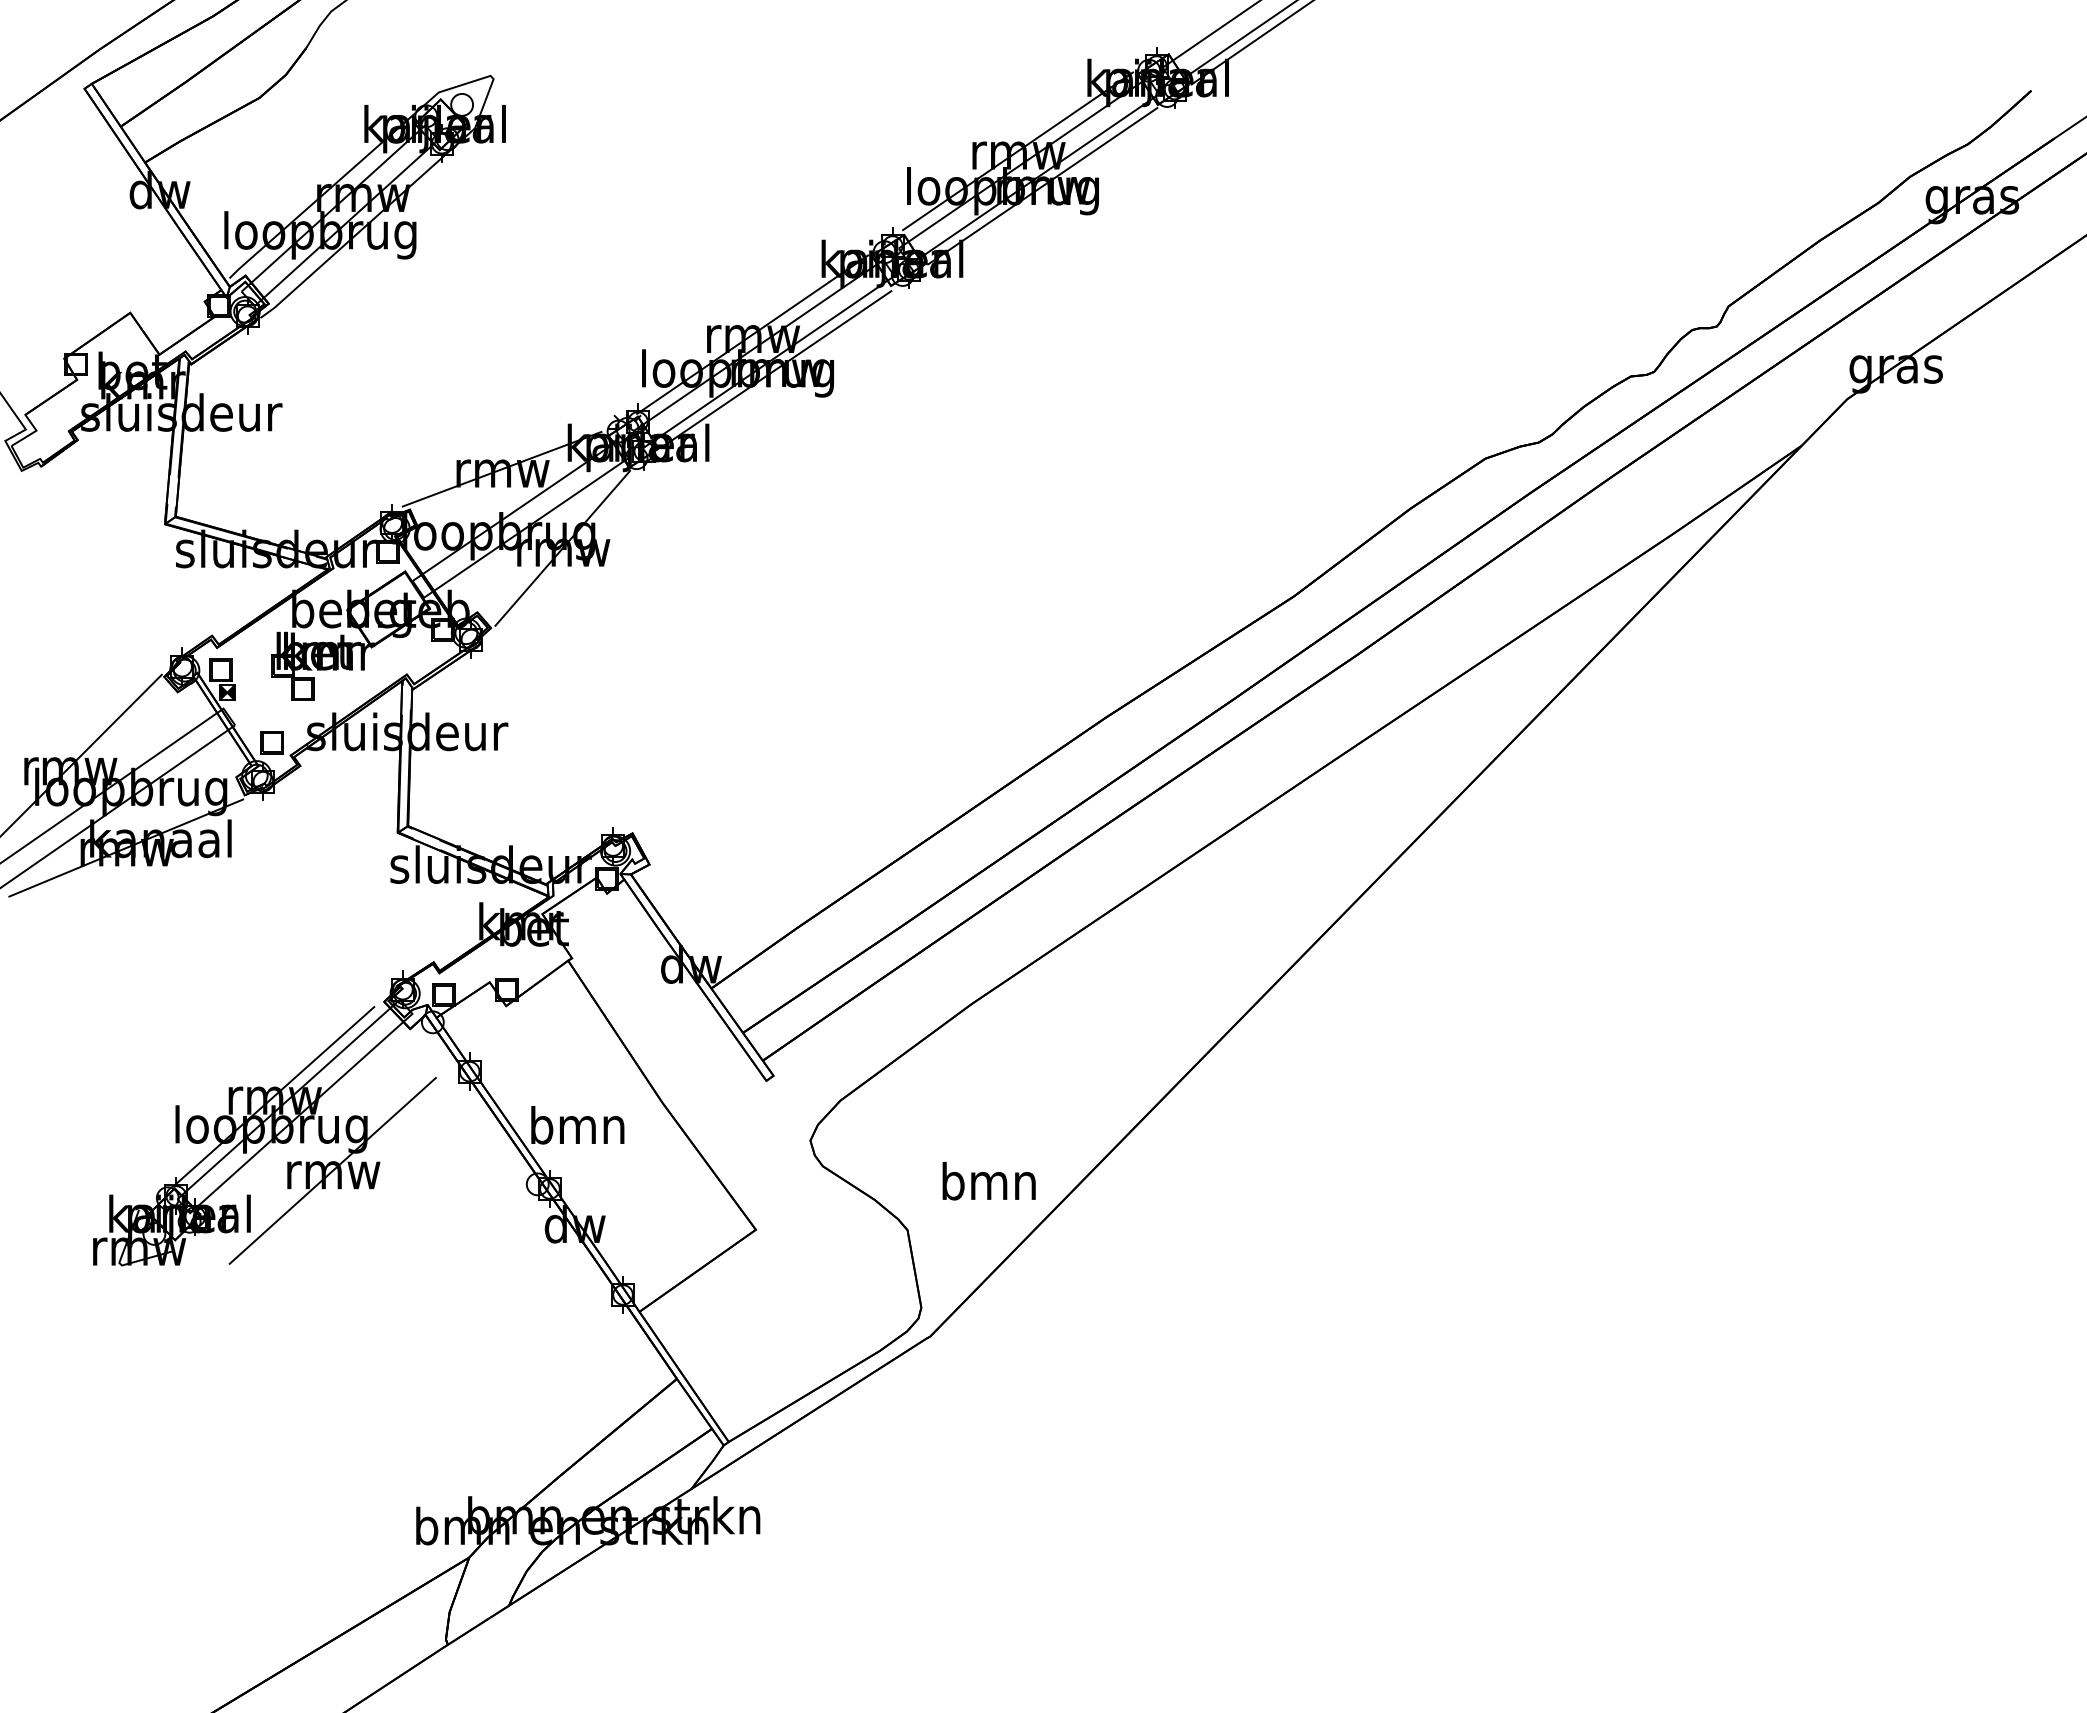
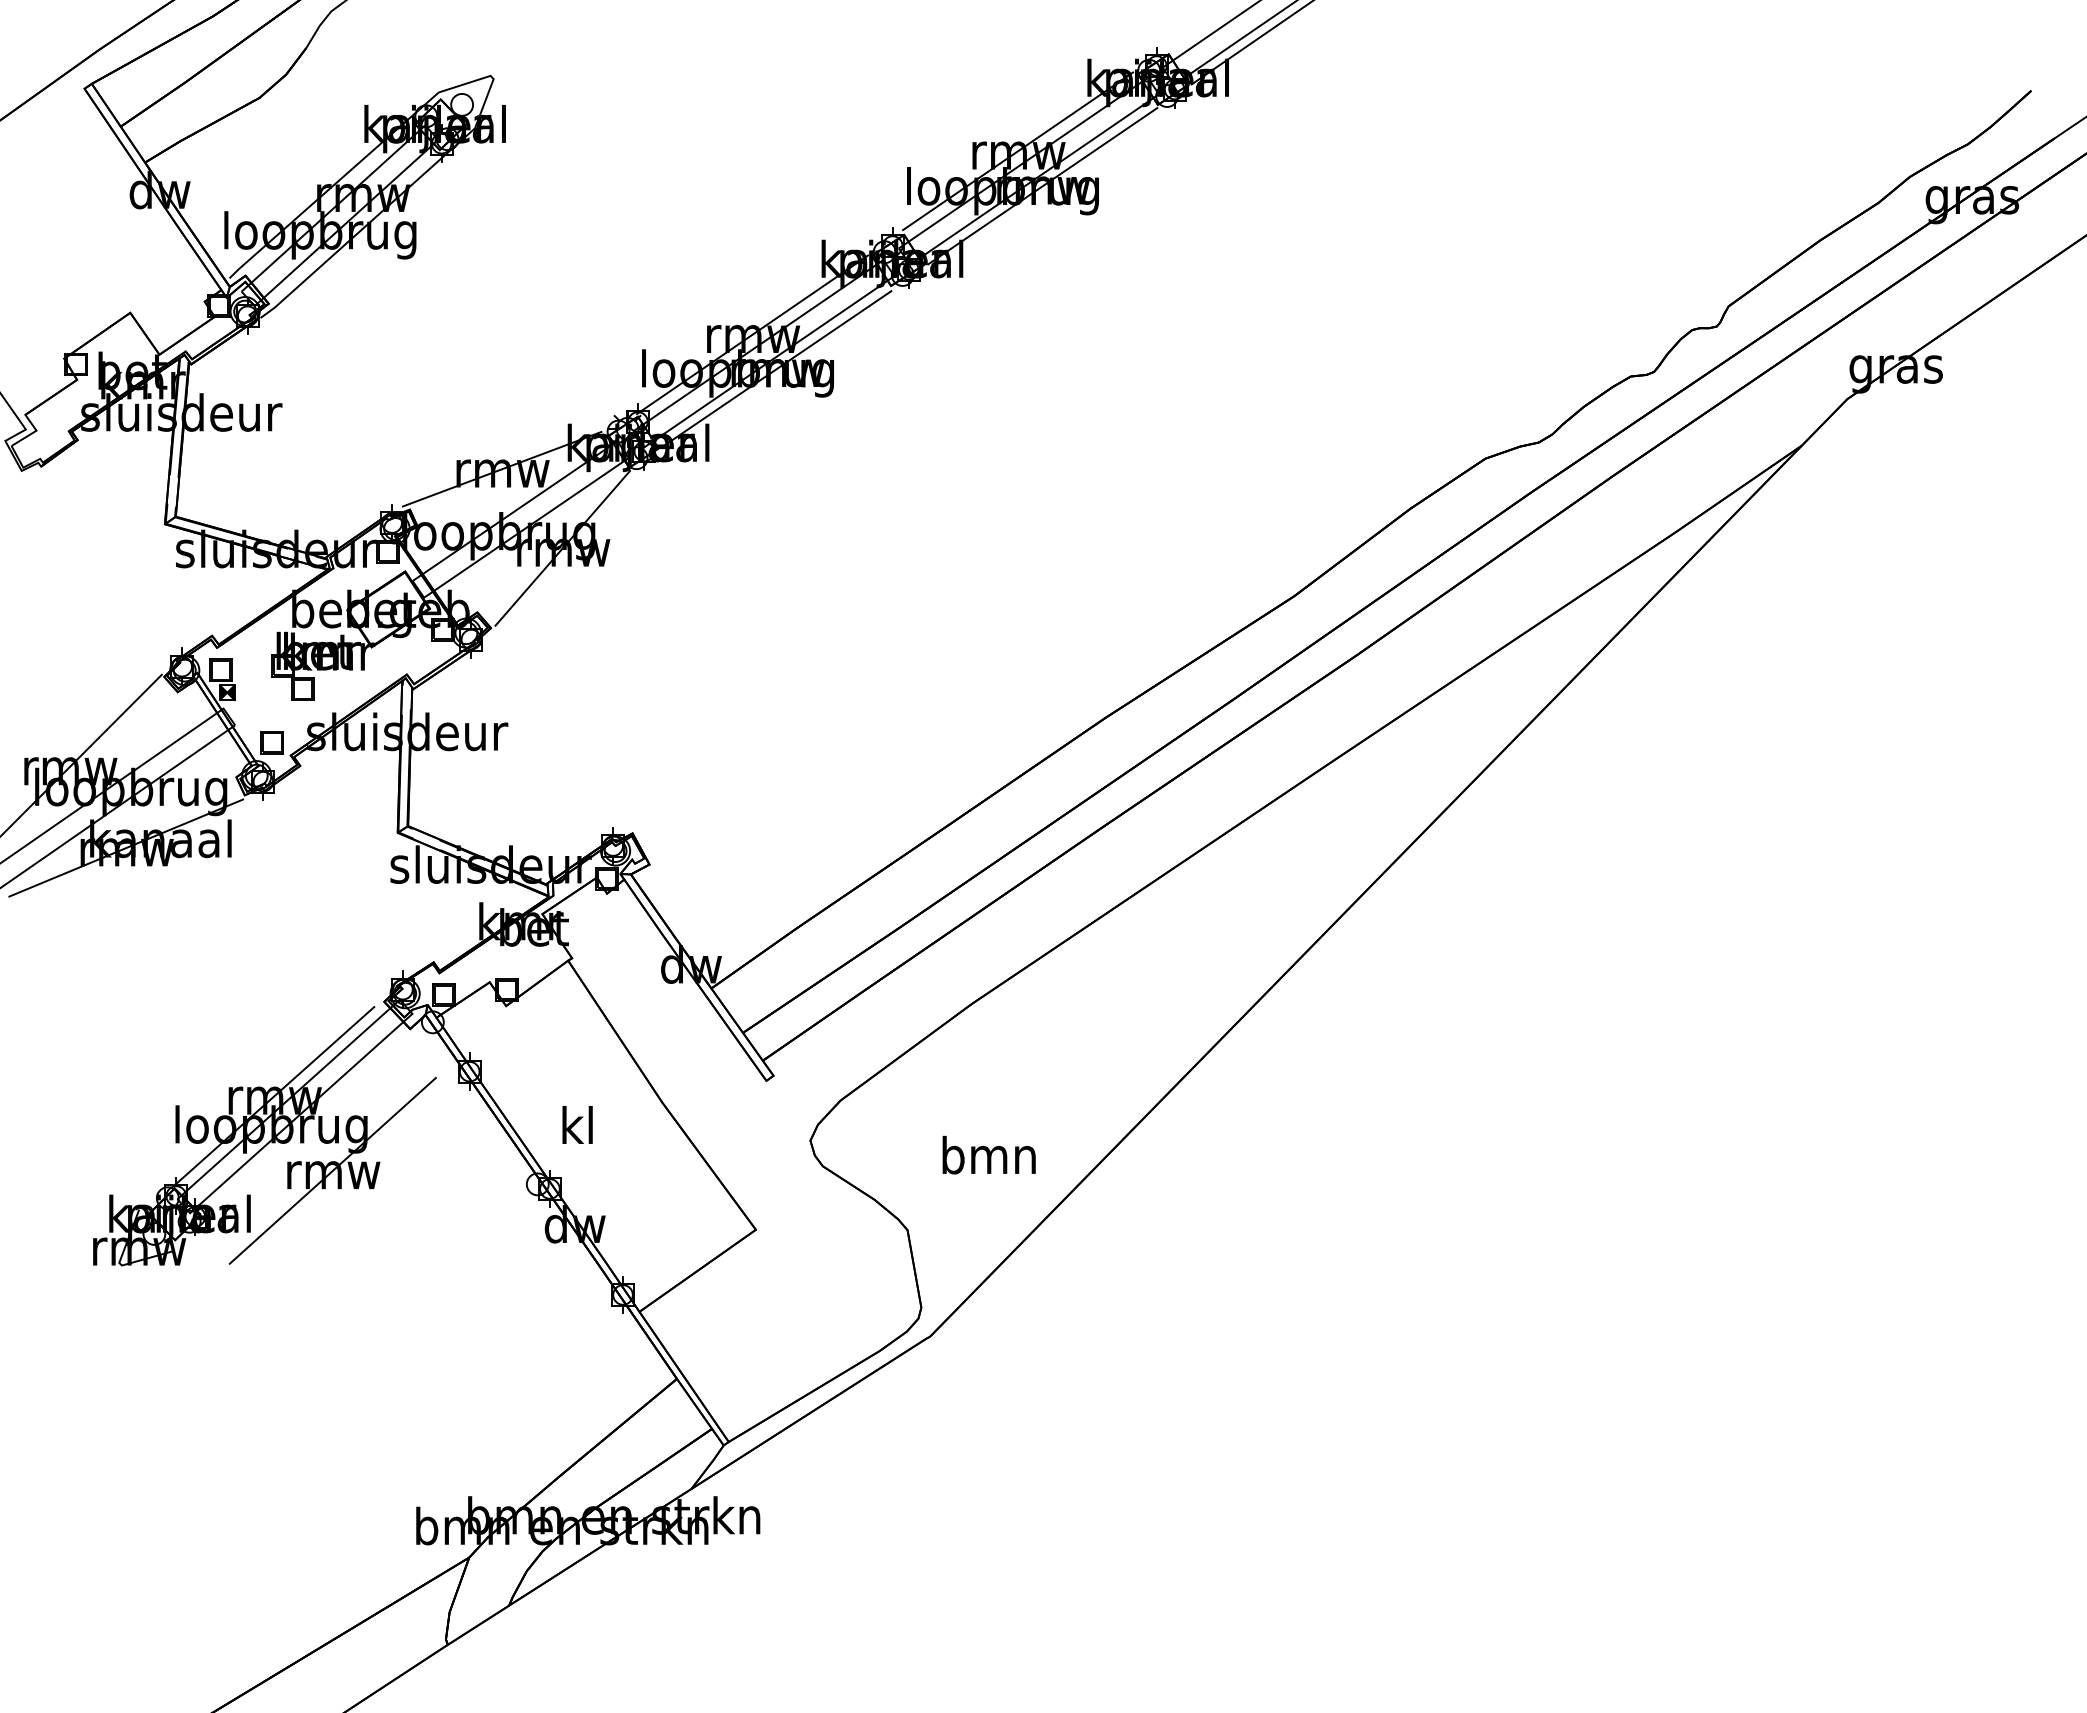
text at (577, 1125): bmn -> kl
text at (988, 1180) position: (988, 1180) -> (988, 1154)
